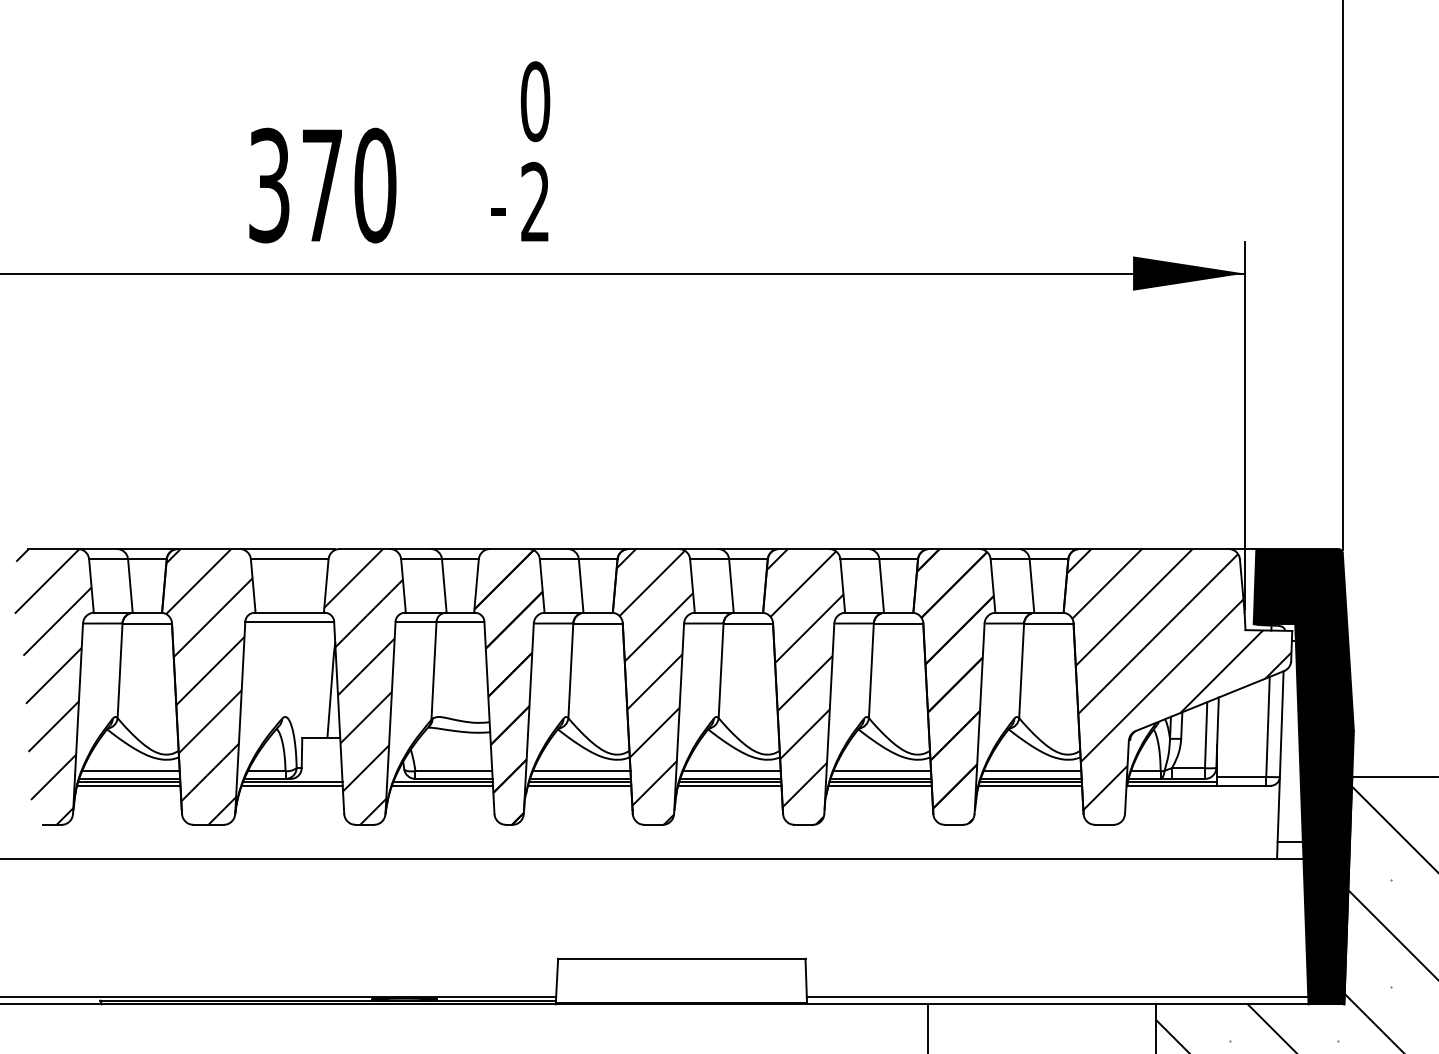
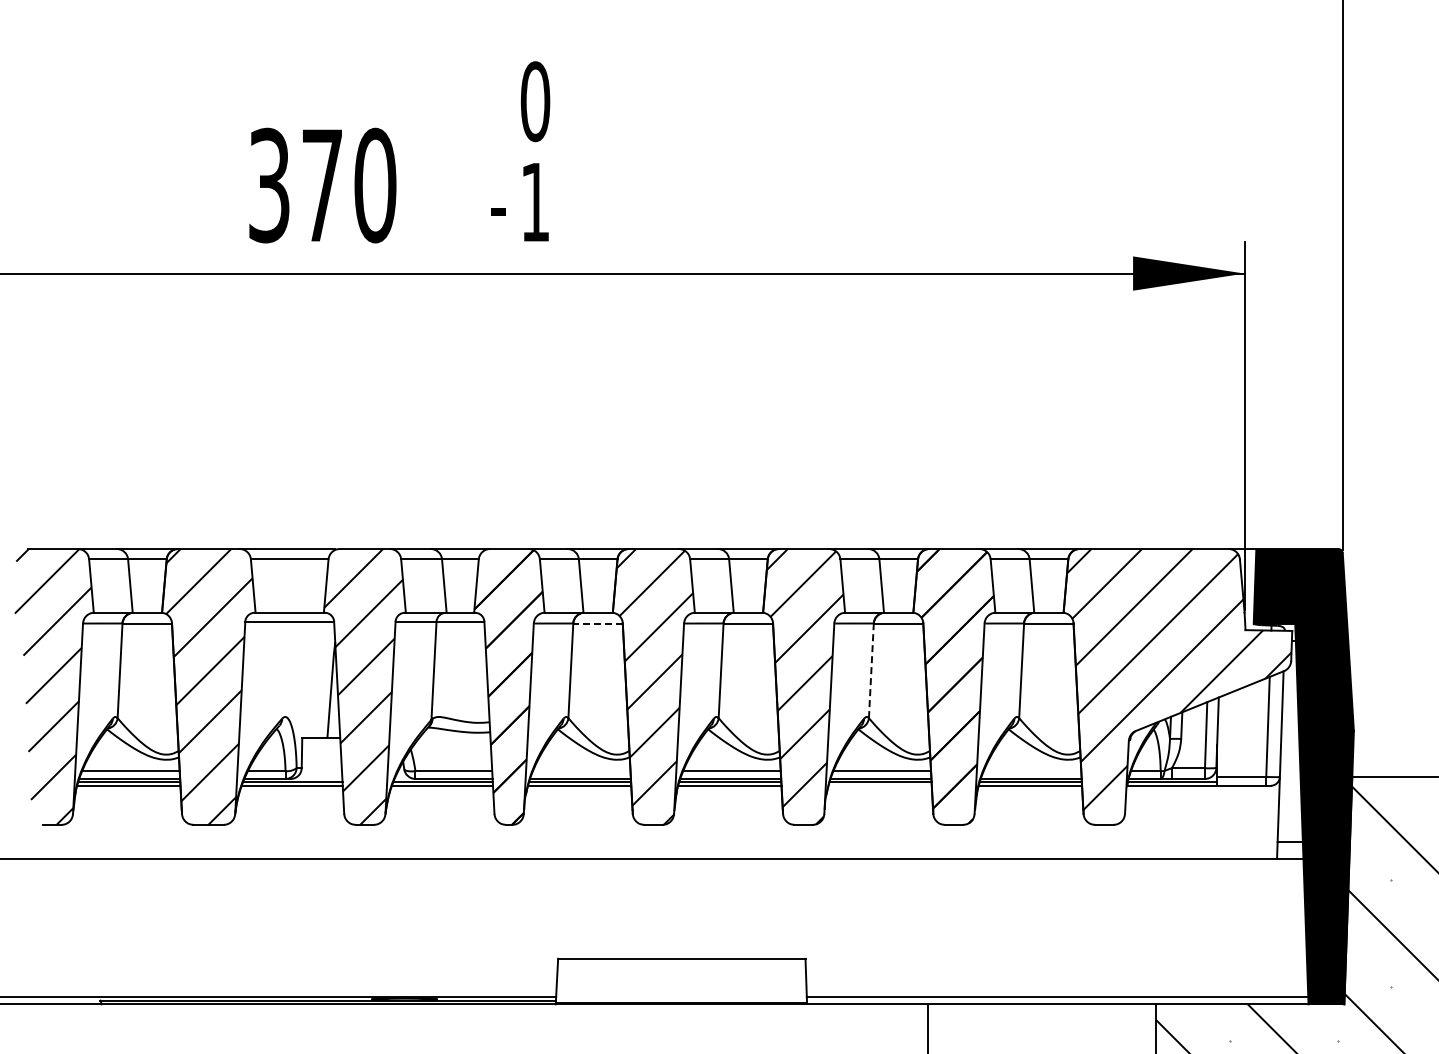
text at (534, 201): 2 -> 1
line at (598, 623): solid -> dashed
line at (871, 670): solid -> dashed
line at (581, 771): present -> none
line at (1032, 771): present -> none
line at (879, 785): present -> none
